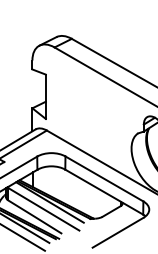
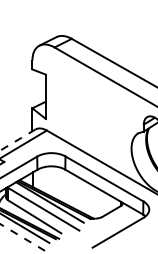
line at (17, 140): solid -> dashed
line at (22, 237): solid -> dashed
